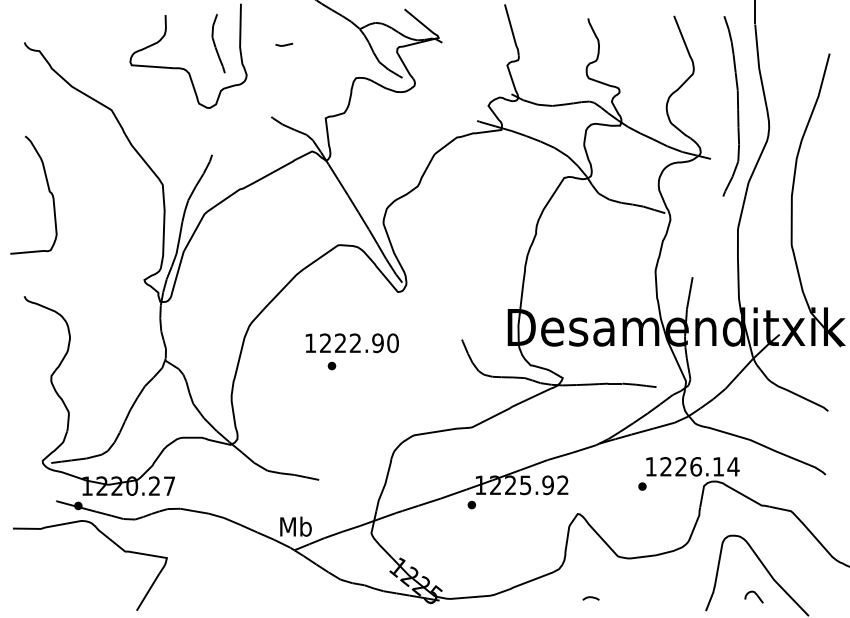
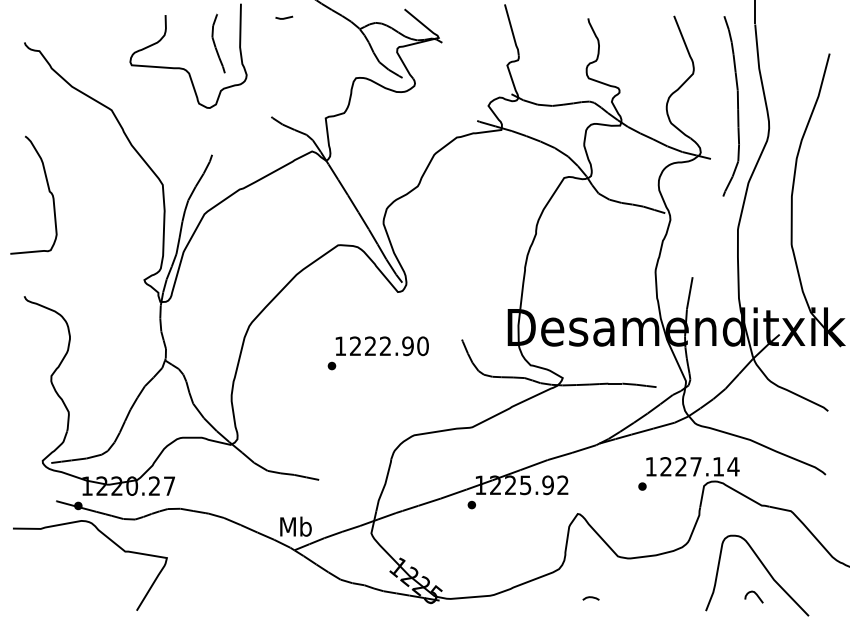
line at (284, 44) position: (284, 44) -> (284, 17)
text at (351, 343) position: (351, 343) -> (381, 346)
text at (696, 466): 1226.14 -> 1227.14
